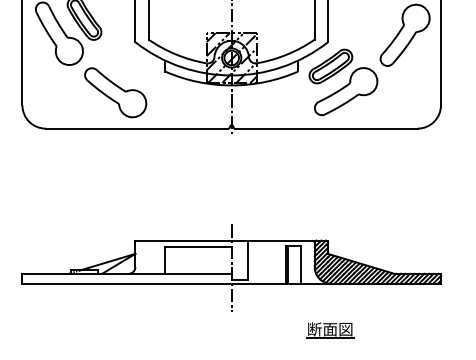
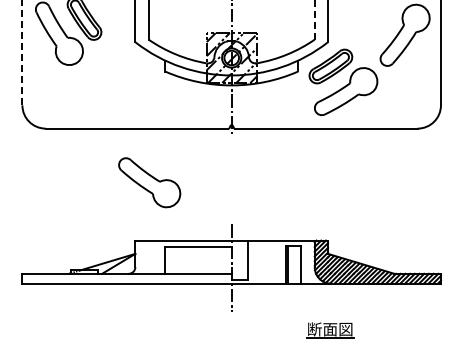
line at (314, 19): solid -> dashed
line at (22, 52): solid -> dashed
part at (115, 92) position: (115, 92) -> (149, 182)
